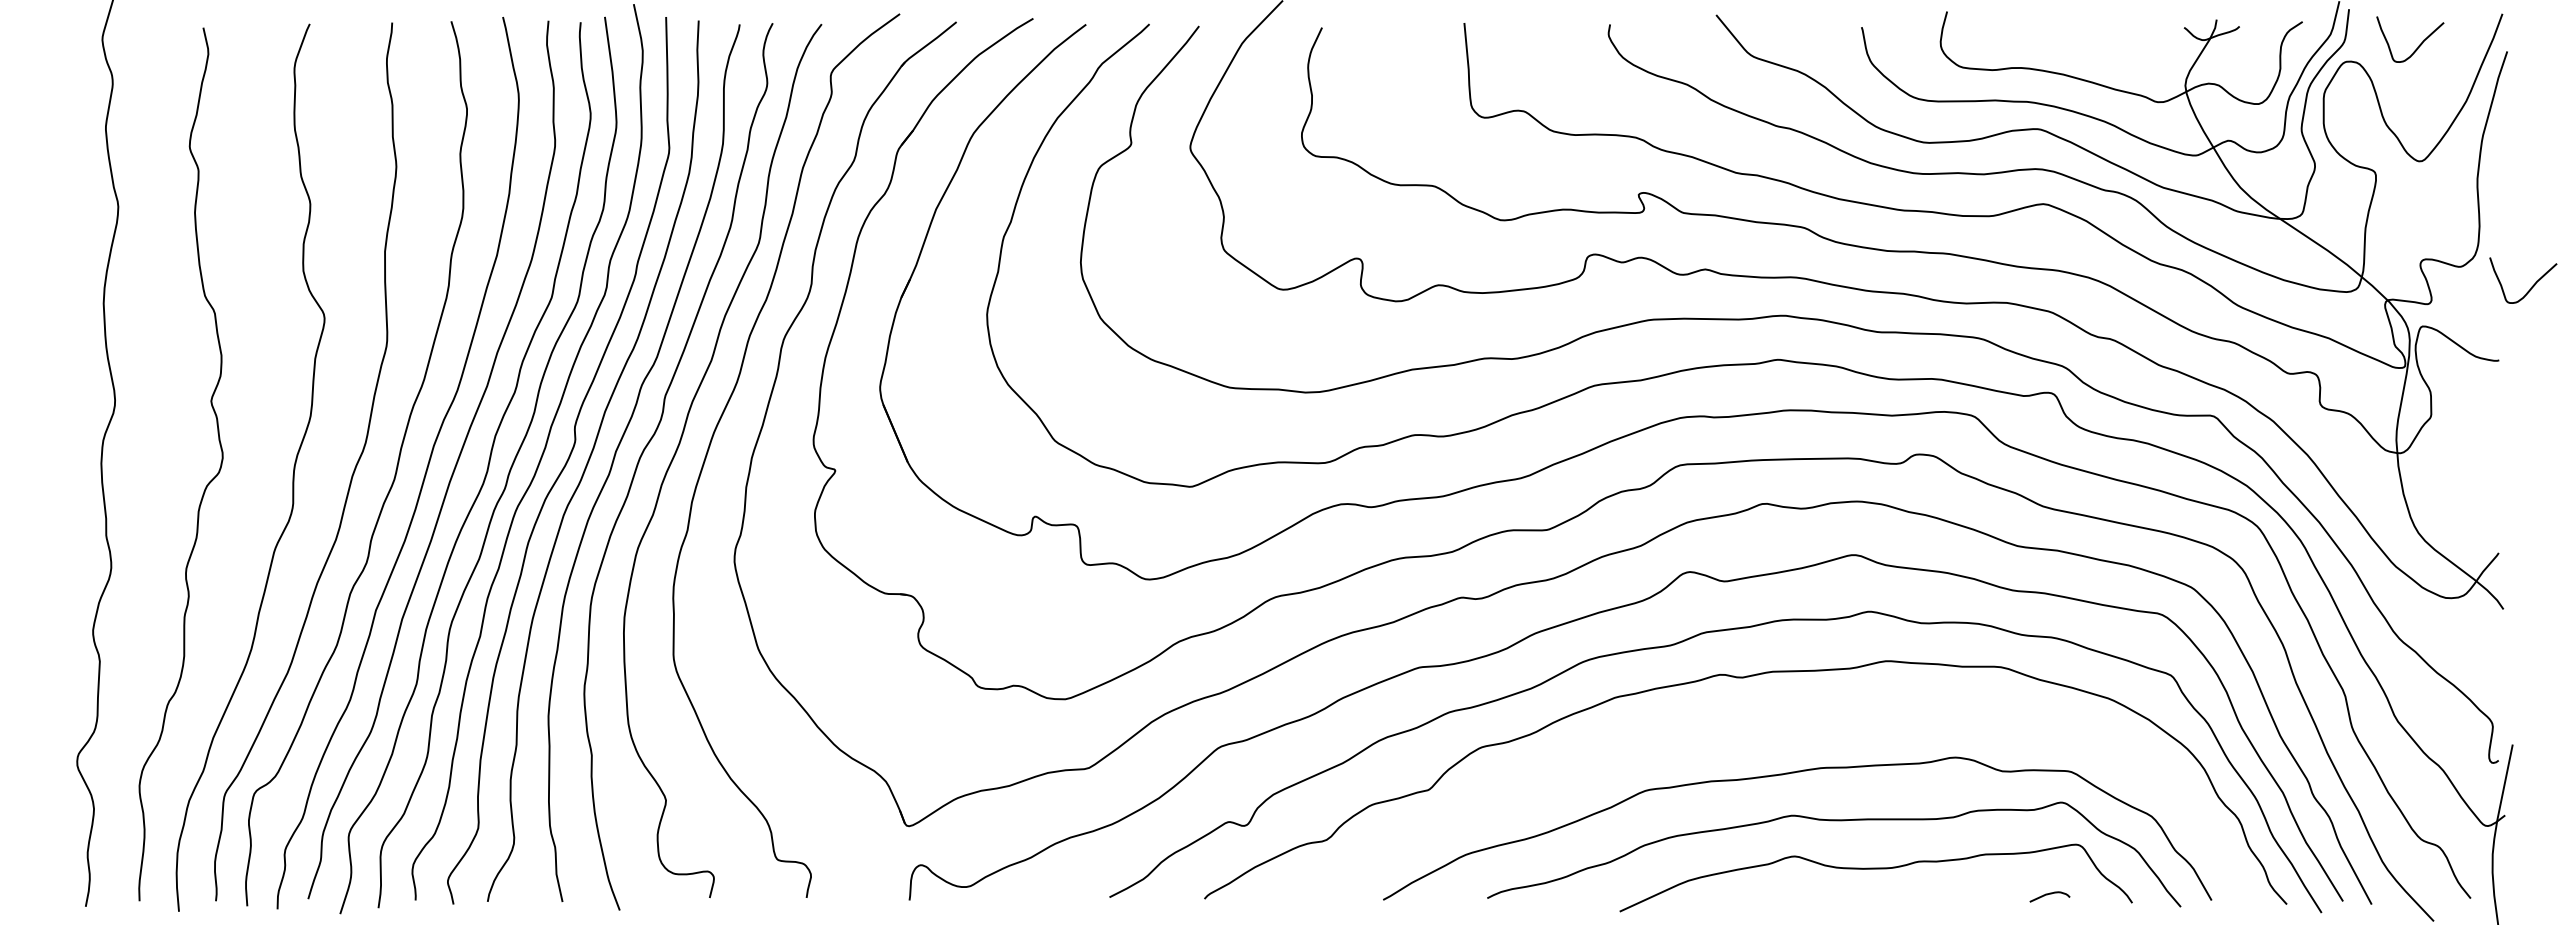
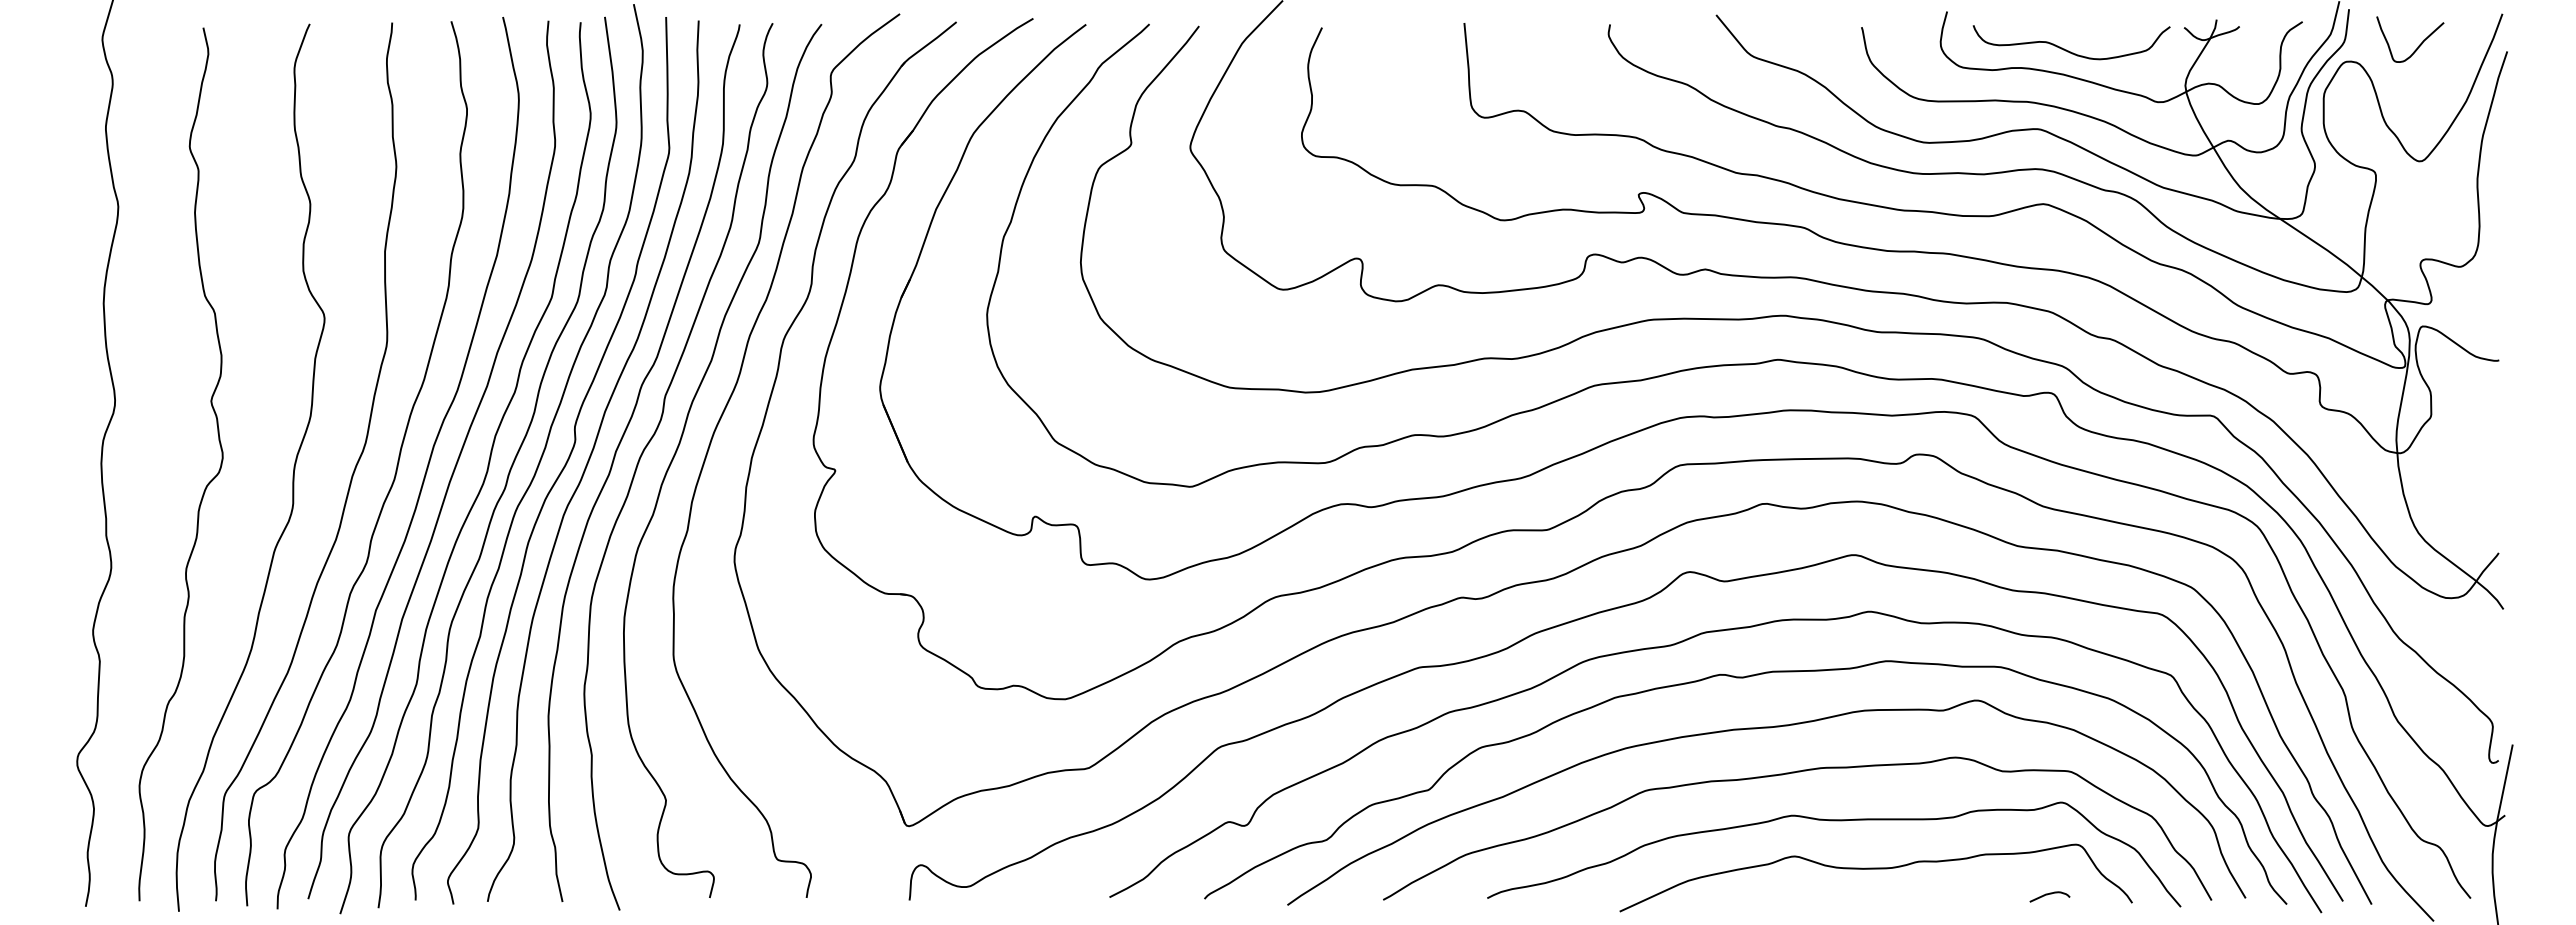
curve at (2068, 50): none -> present
curve at (2531, 286): present -> none
curve at (1756, 729): none -> present
